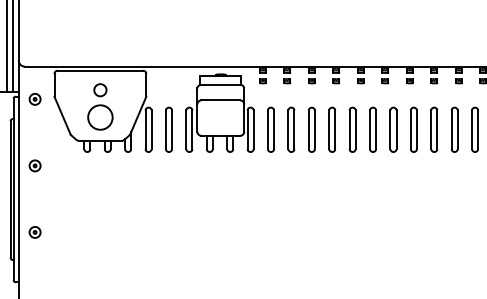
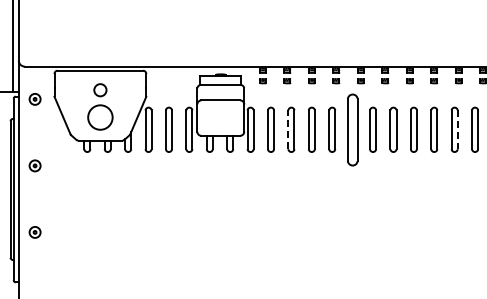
line at (6, 47): present -> none
line at (288, 129): solid -> dashed
part at (352, 129) size: 9x47 px -> 12x74 px
line at (457, 130): solid -> dashed
